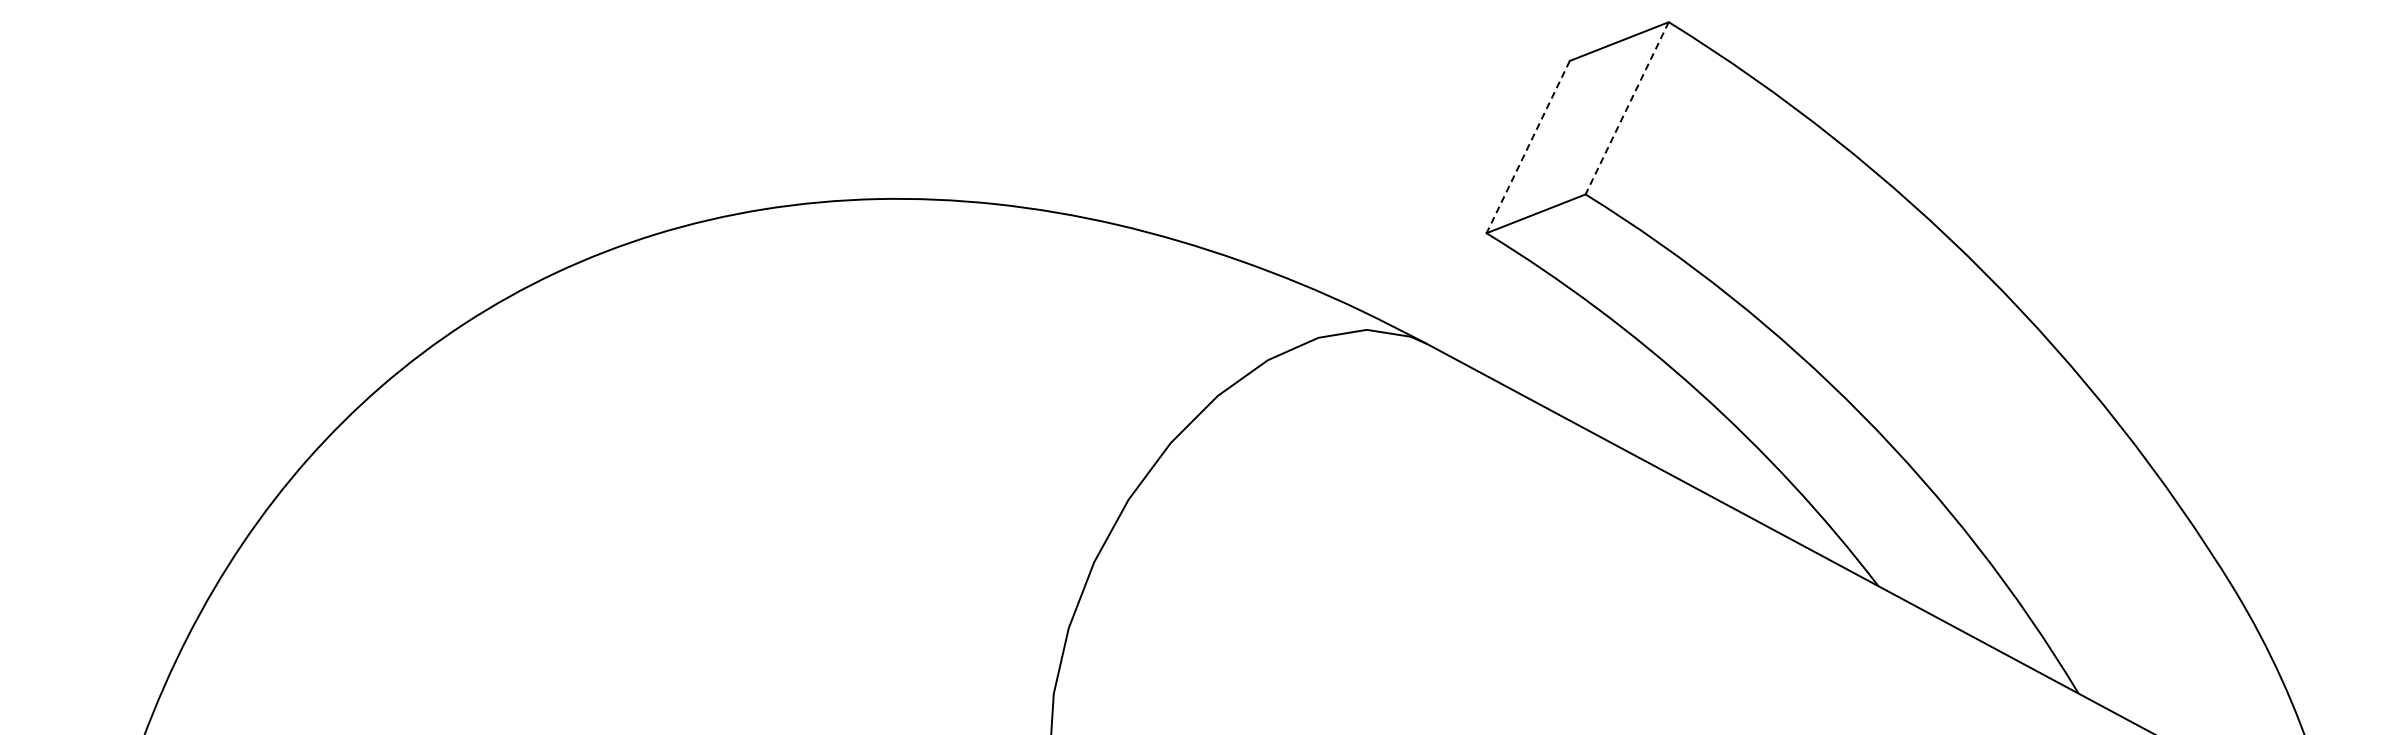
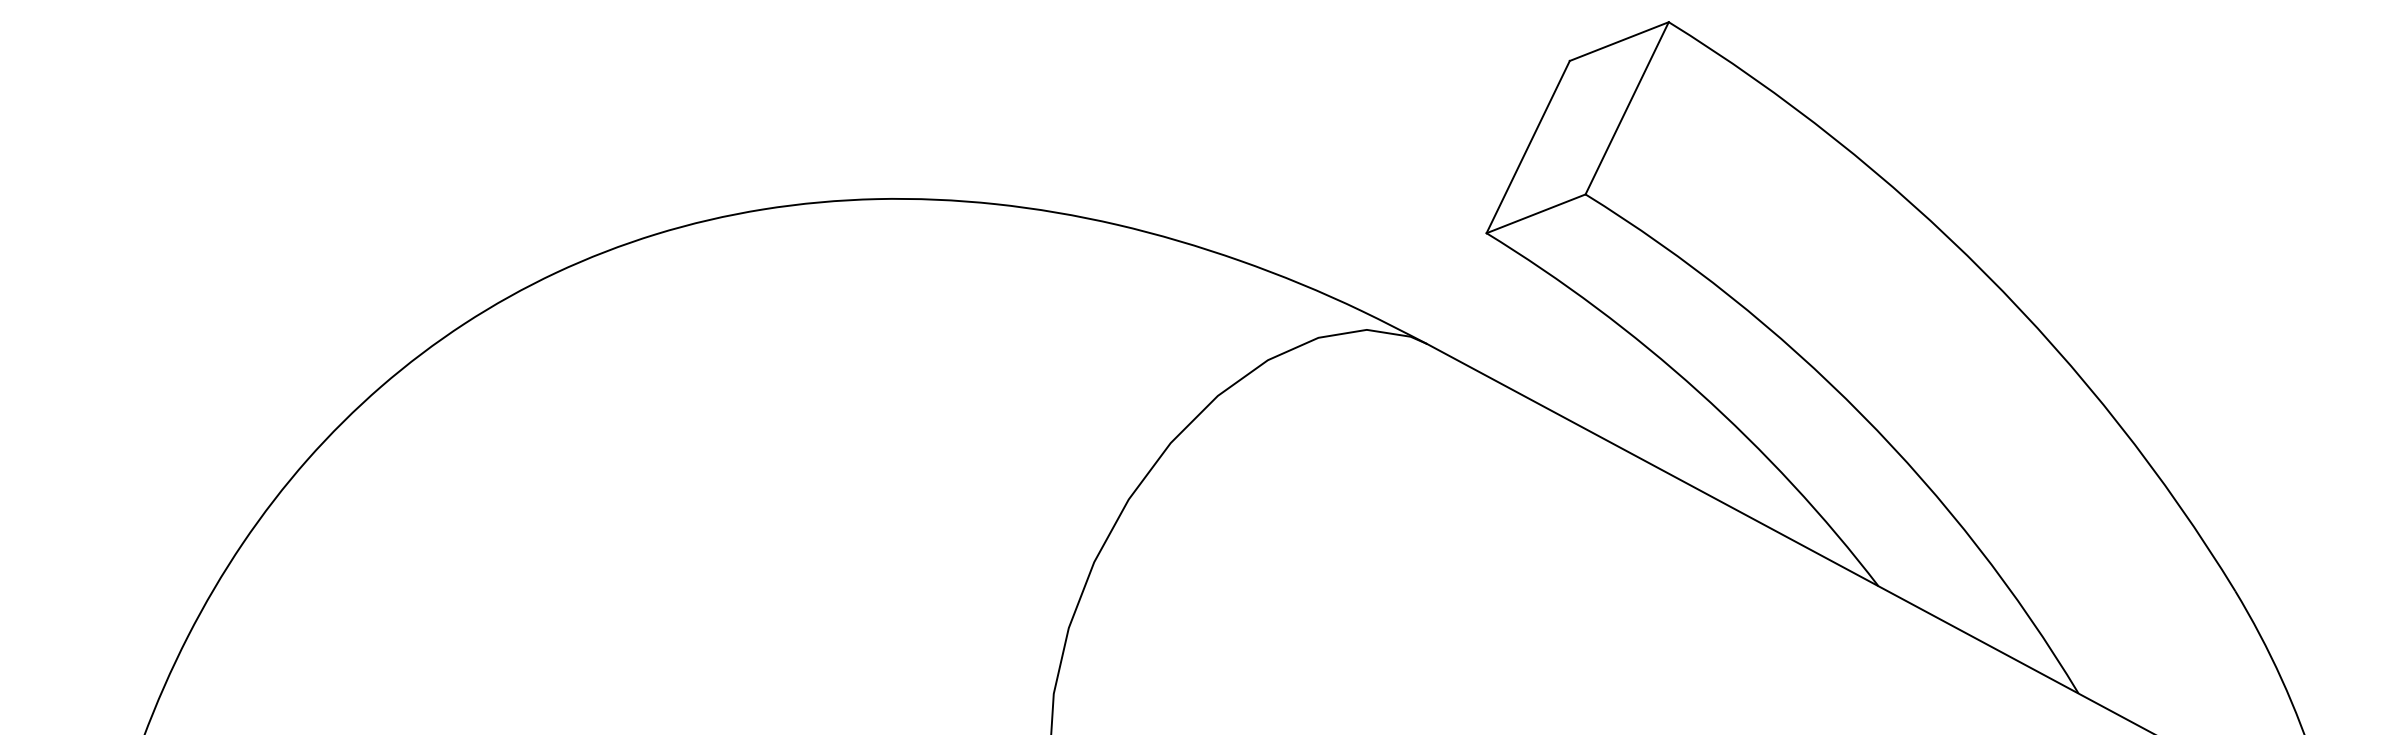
line at (1627, 108): dashed -> solid
line at (1528, 147): dashed -> solid
